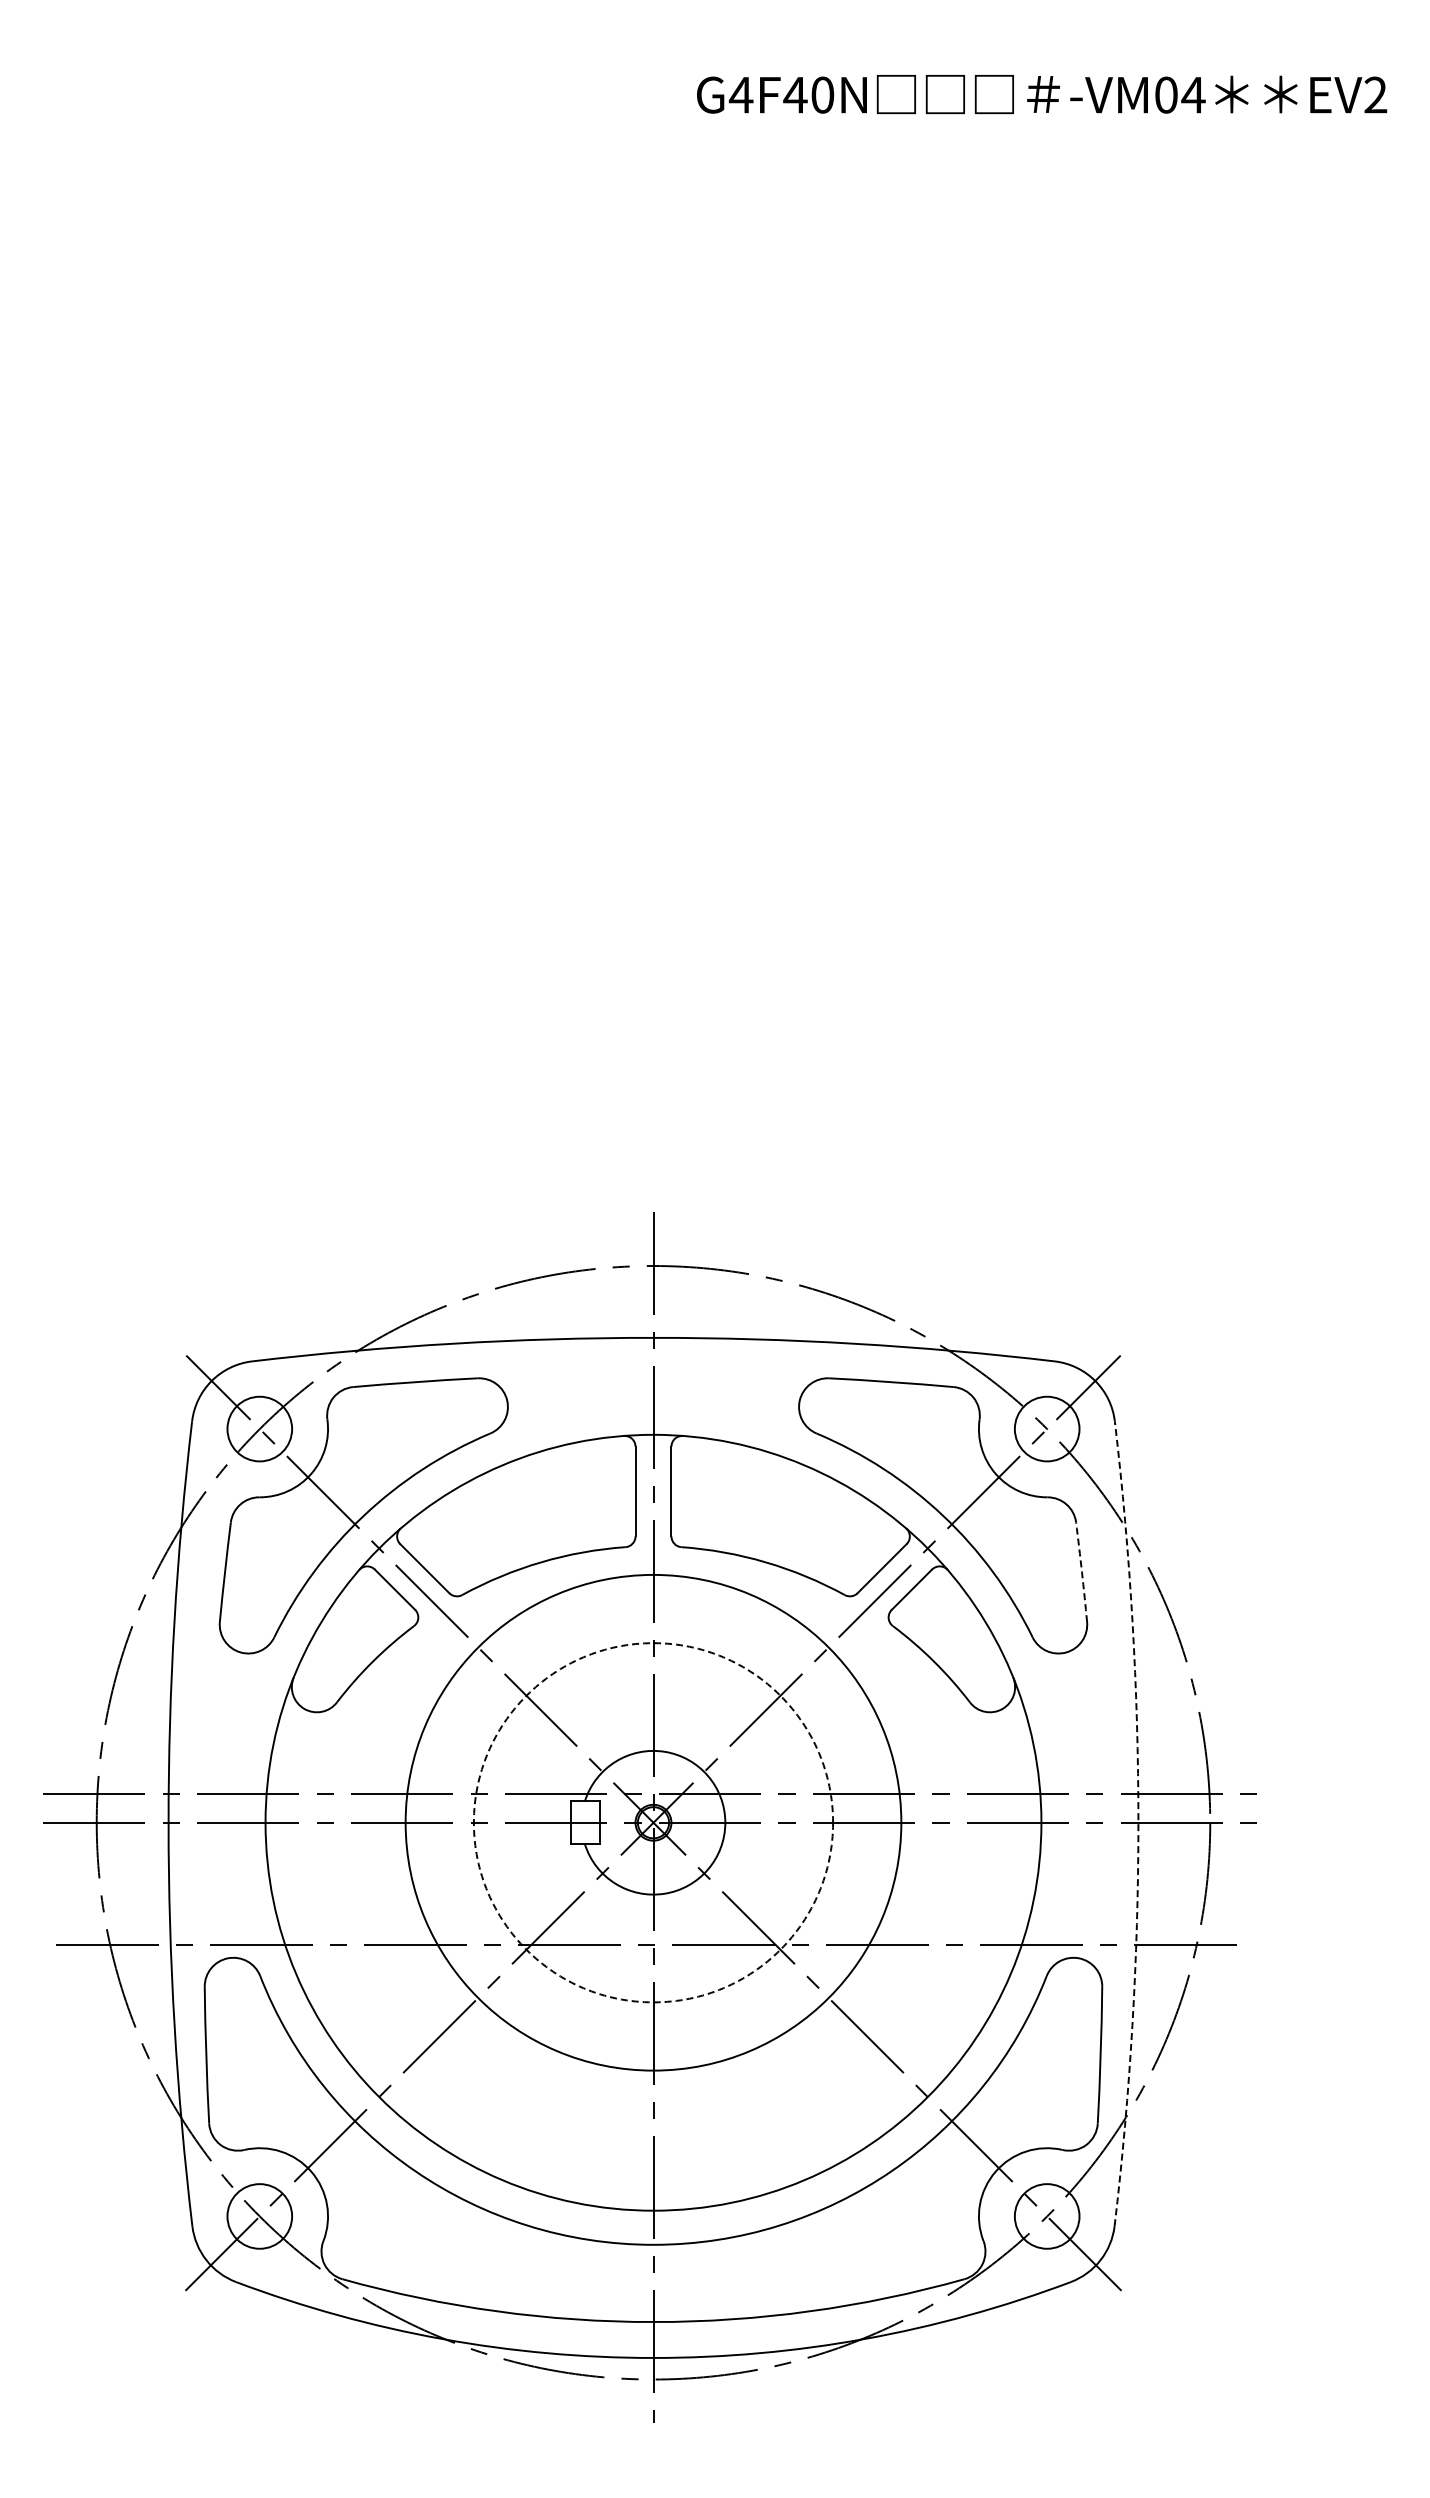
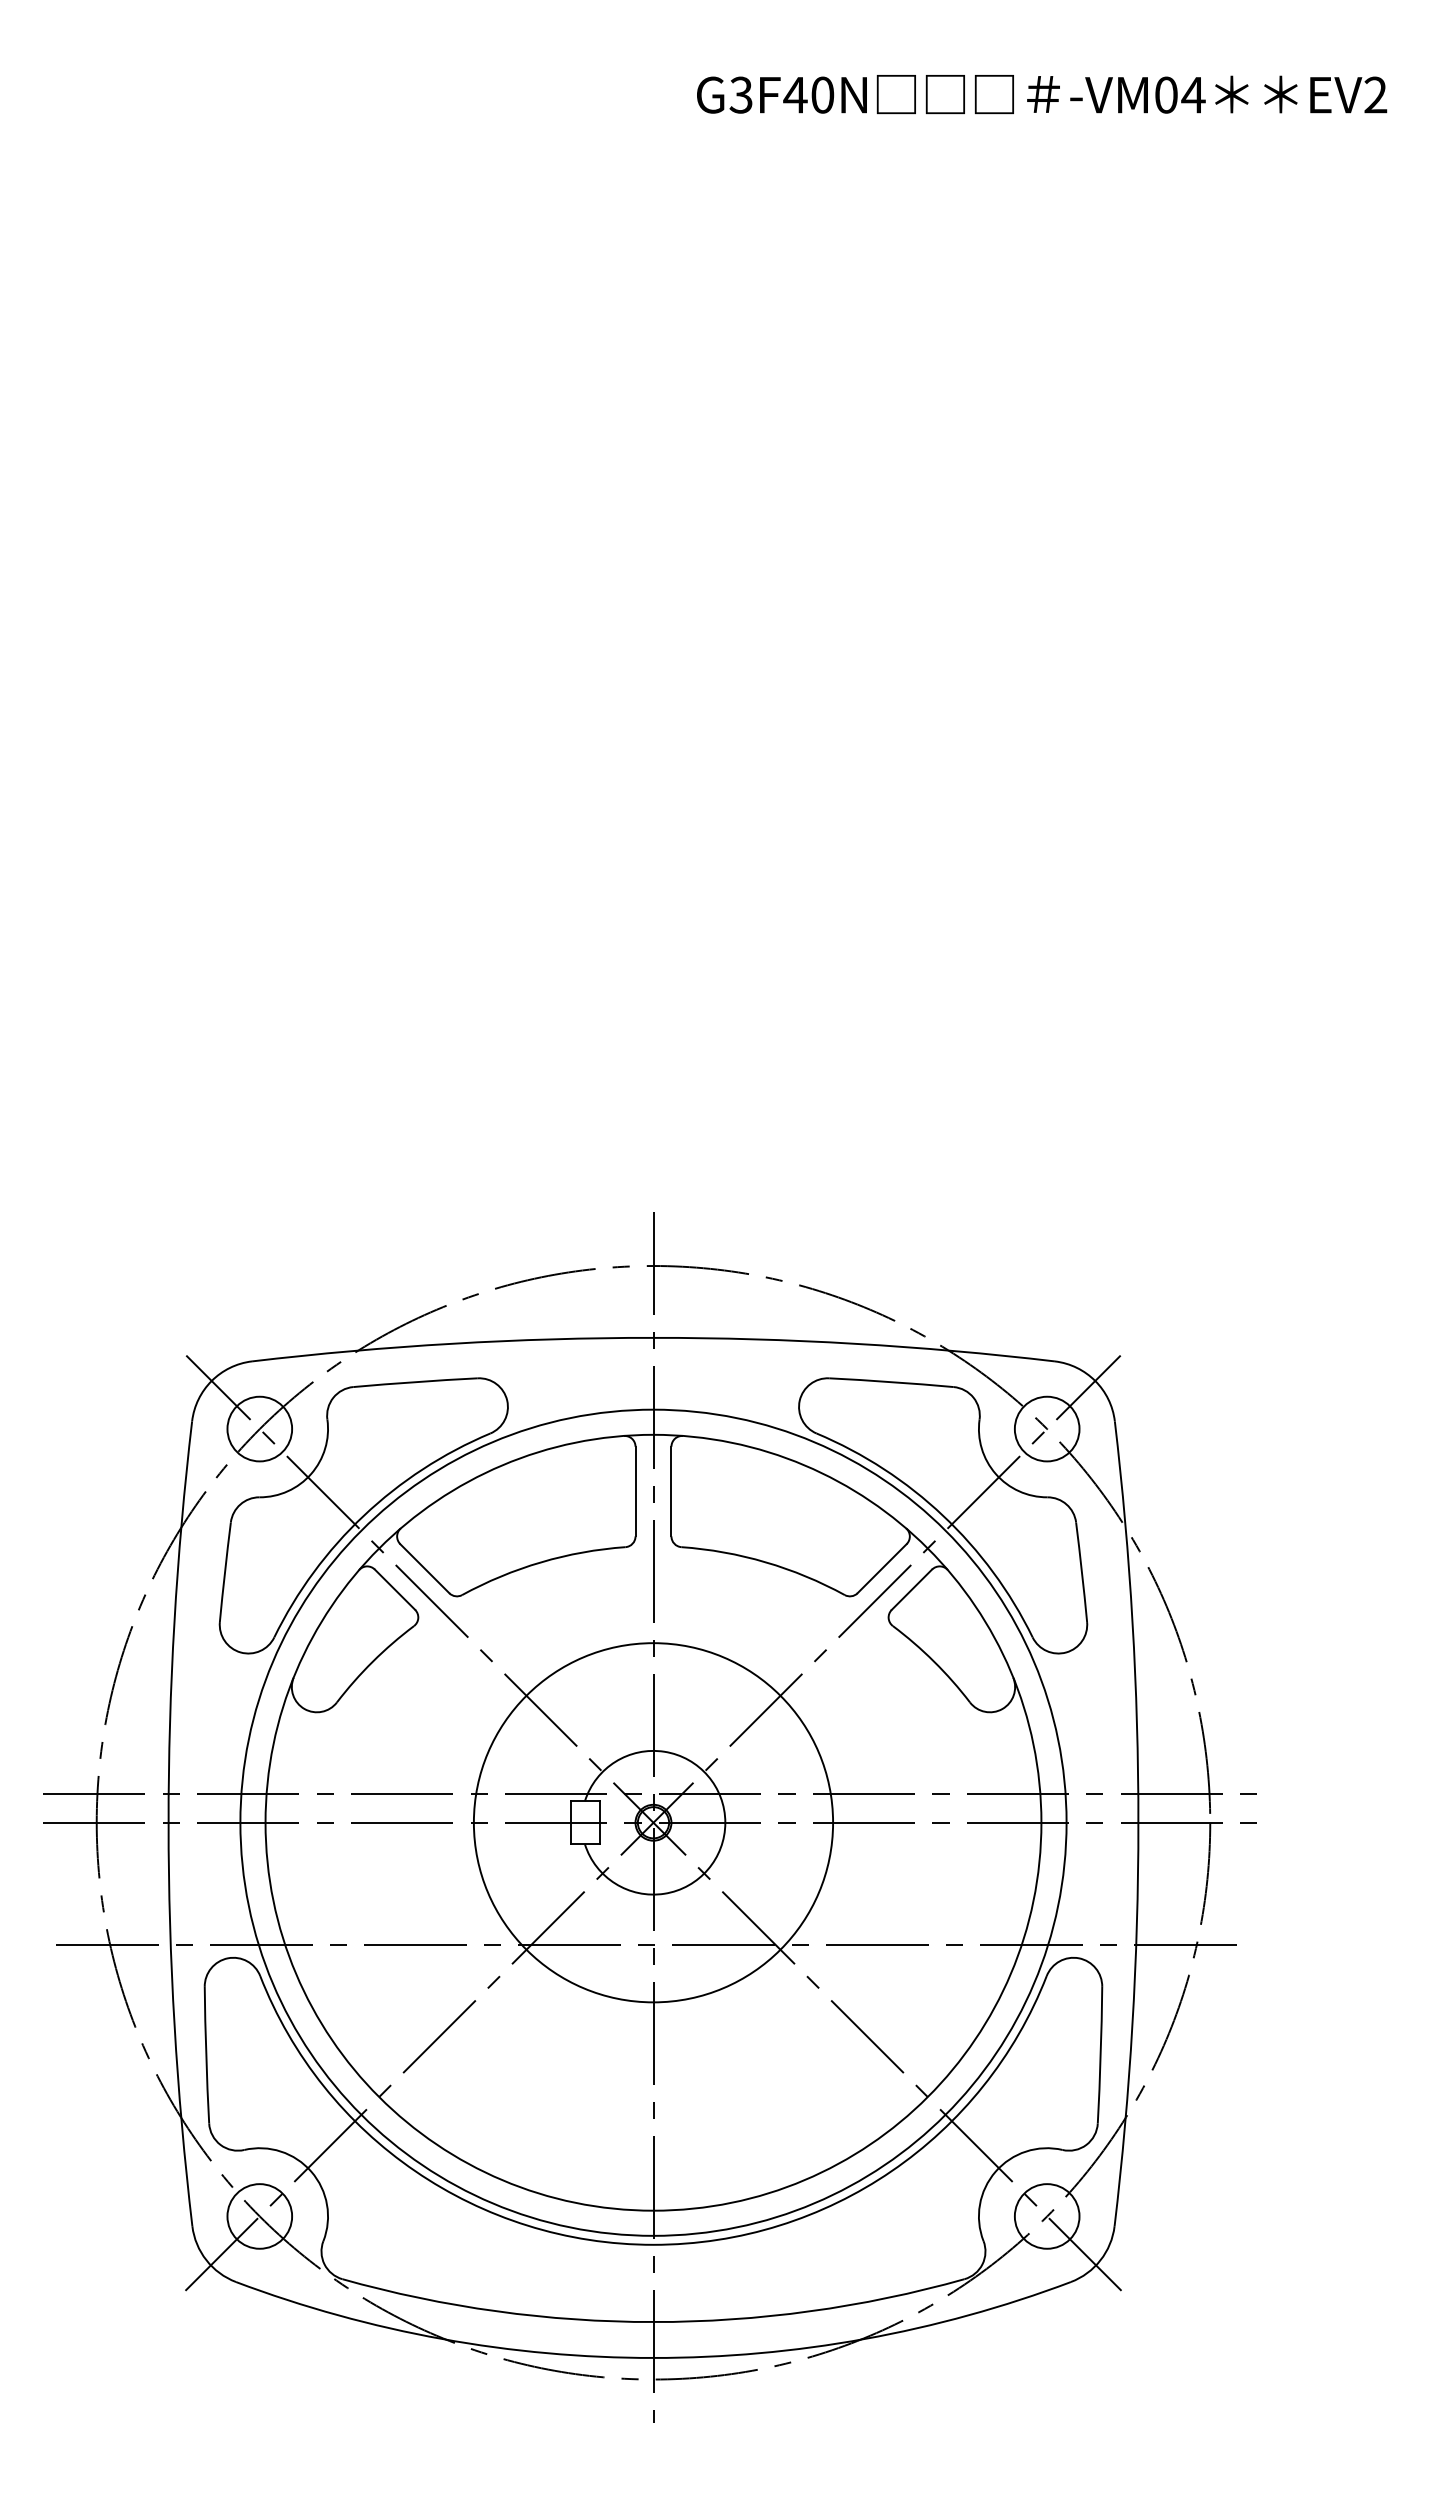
text at (740, 94): G4F40N -> G3F40N
arc at (1081, 1572): dashed -> solid
circle at (653, 1822) diameter: 496 px -> 826 px
circle at (653, 1822): dashed -> solid
arc at (1138, 1823): dashed -> solid
